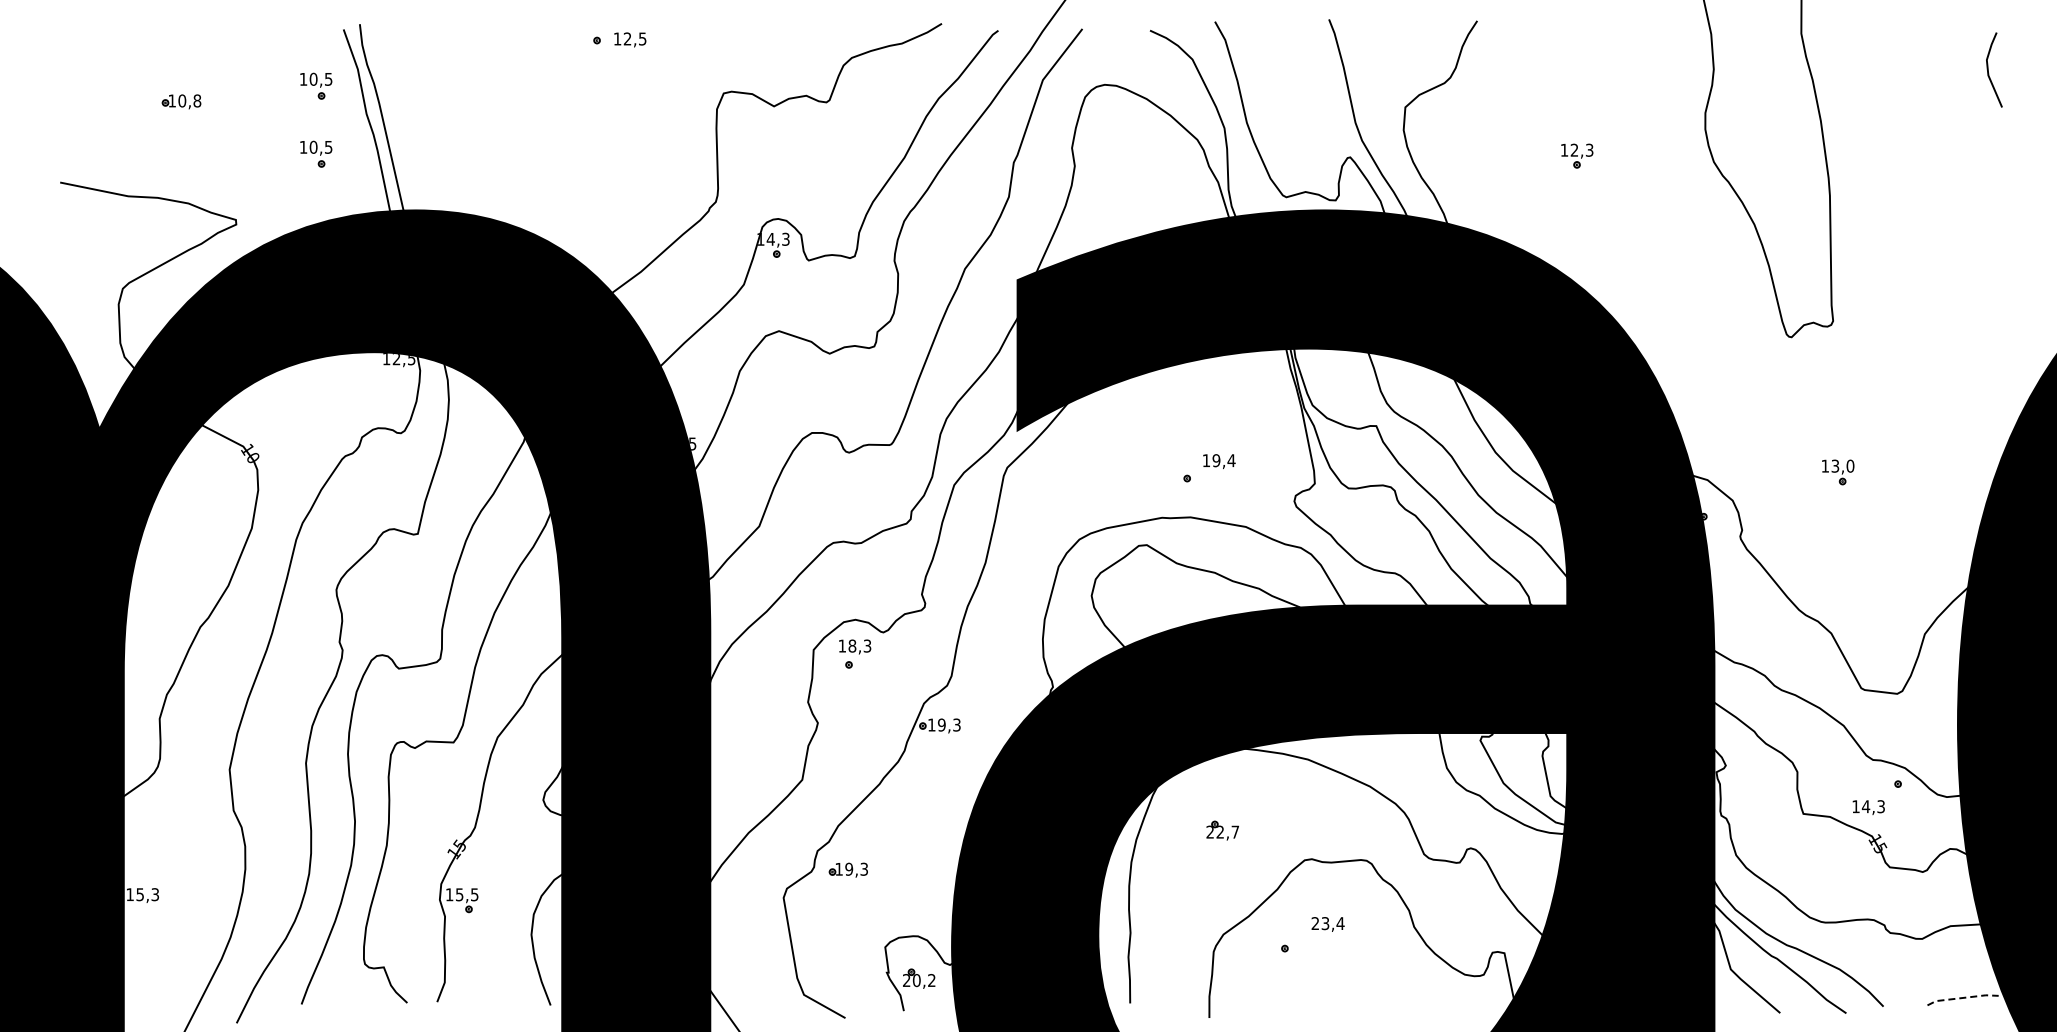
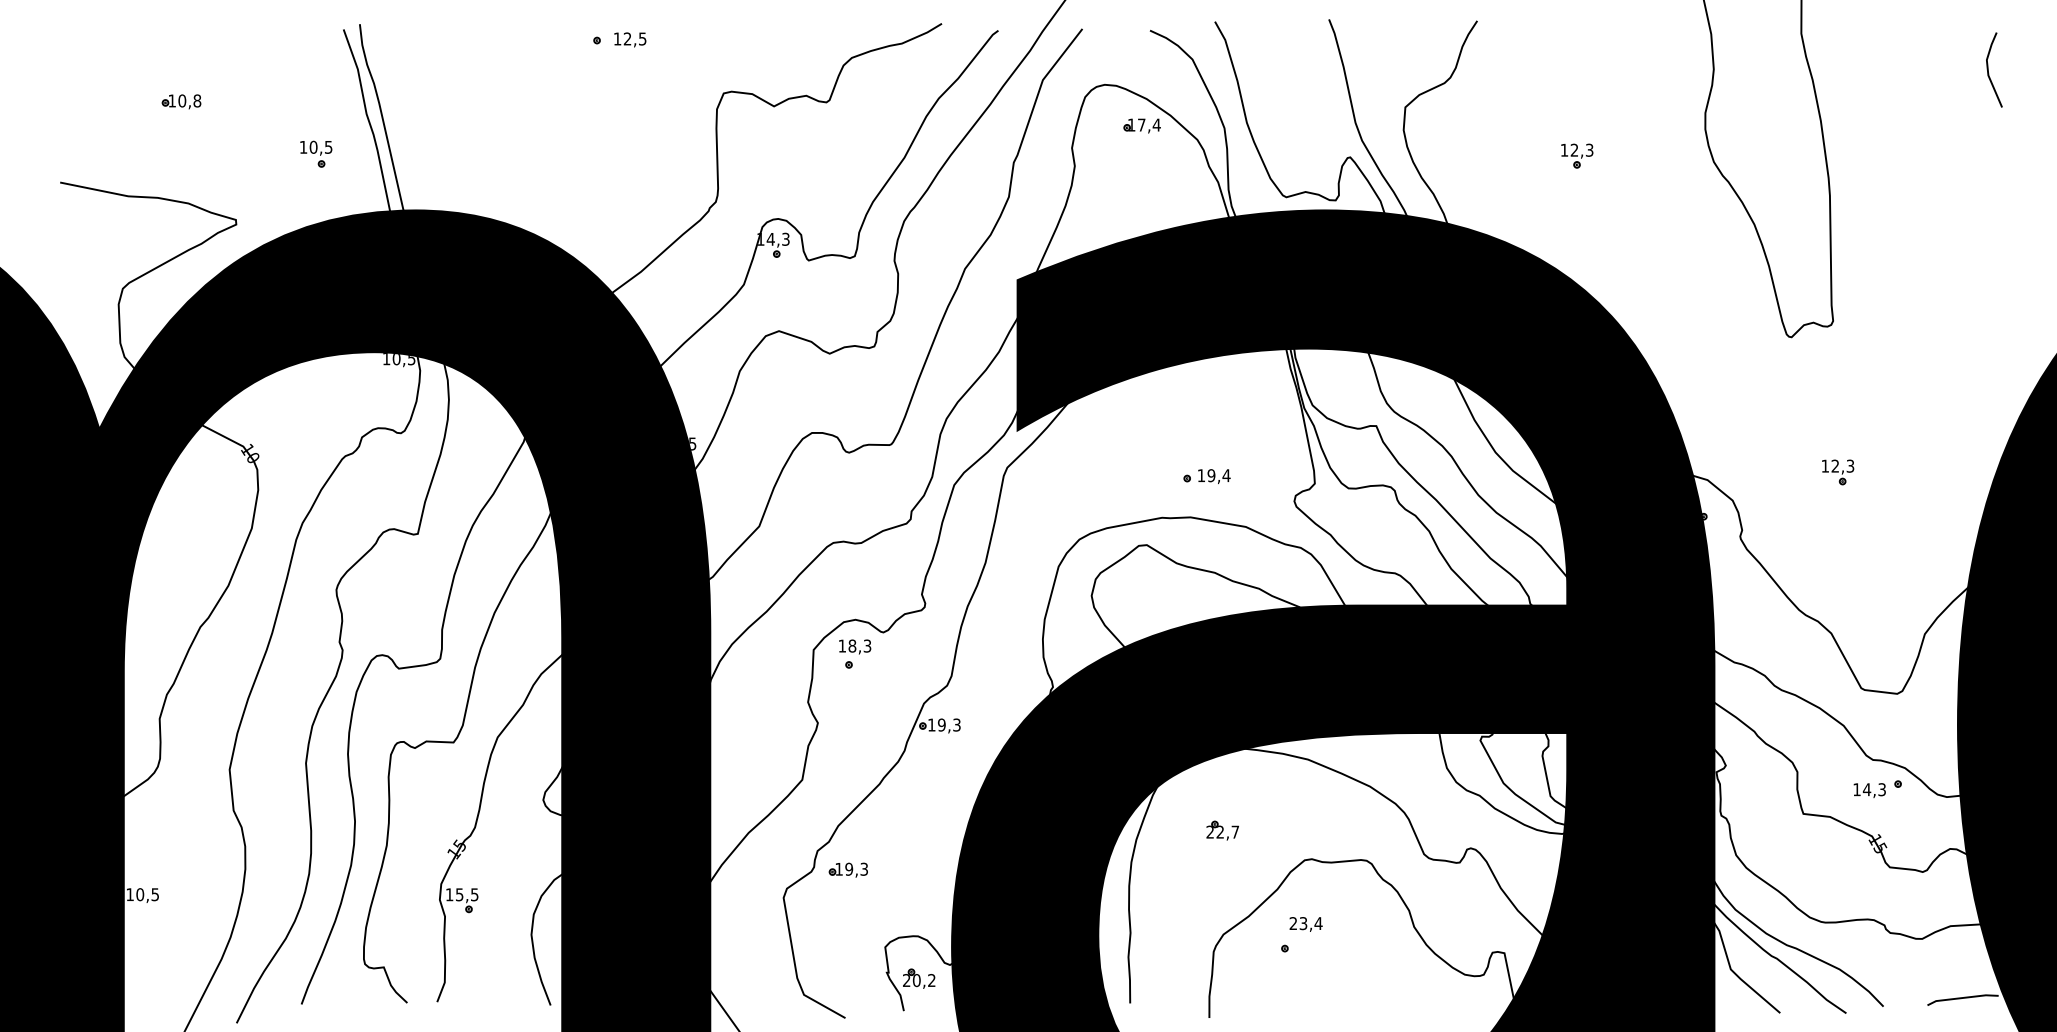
part at (316, 85): present -> none
part at (1141, 125): none -> present
text at (396, 359): 12,5 -> 10,5
text at (1219, 461) position: (1219, 461) -> (1214, 476)
text at (1842, 465): 13,0 -> 12,3
text at (1868, 807) position: (1868, 807) -> (1869, 790)
text at (147, 894): 15,3 -> 10,5
text at (1327, 924) position: (1327, 924) -> (1305, 924)
line at (1962, 998): dashed -> solid
